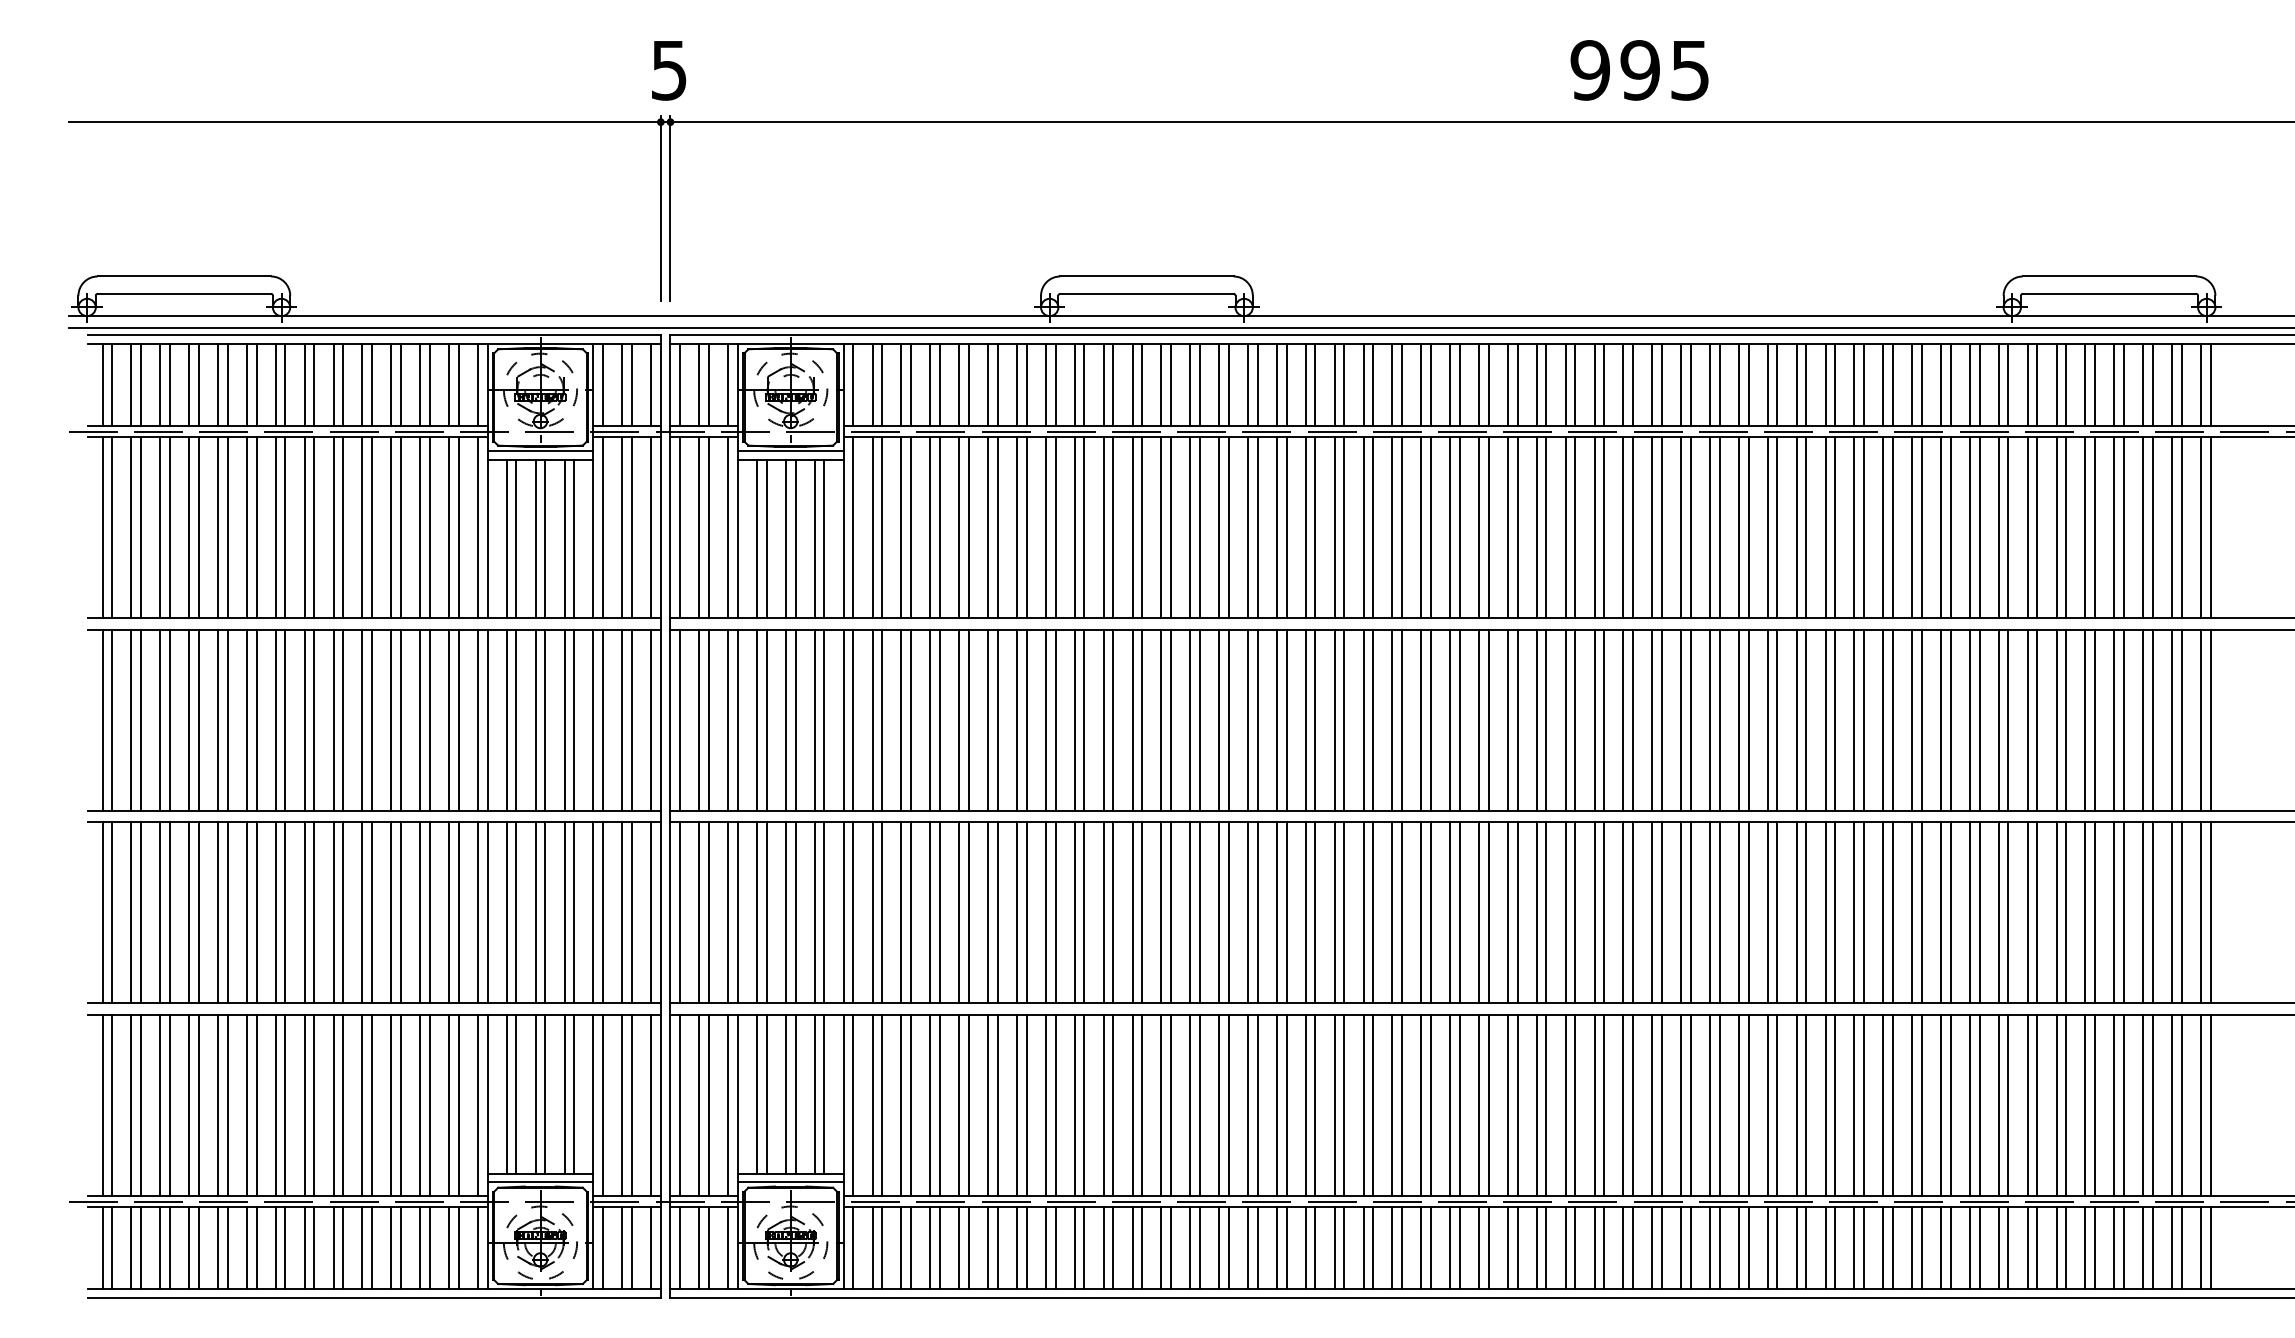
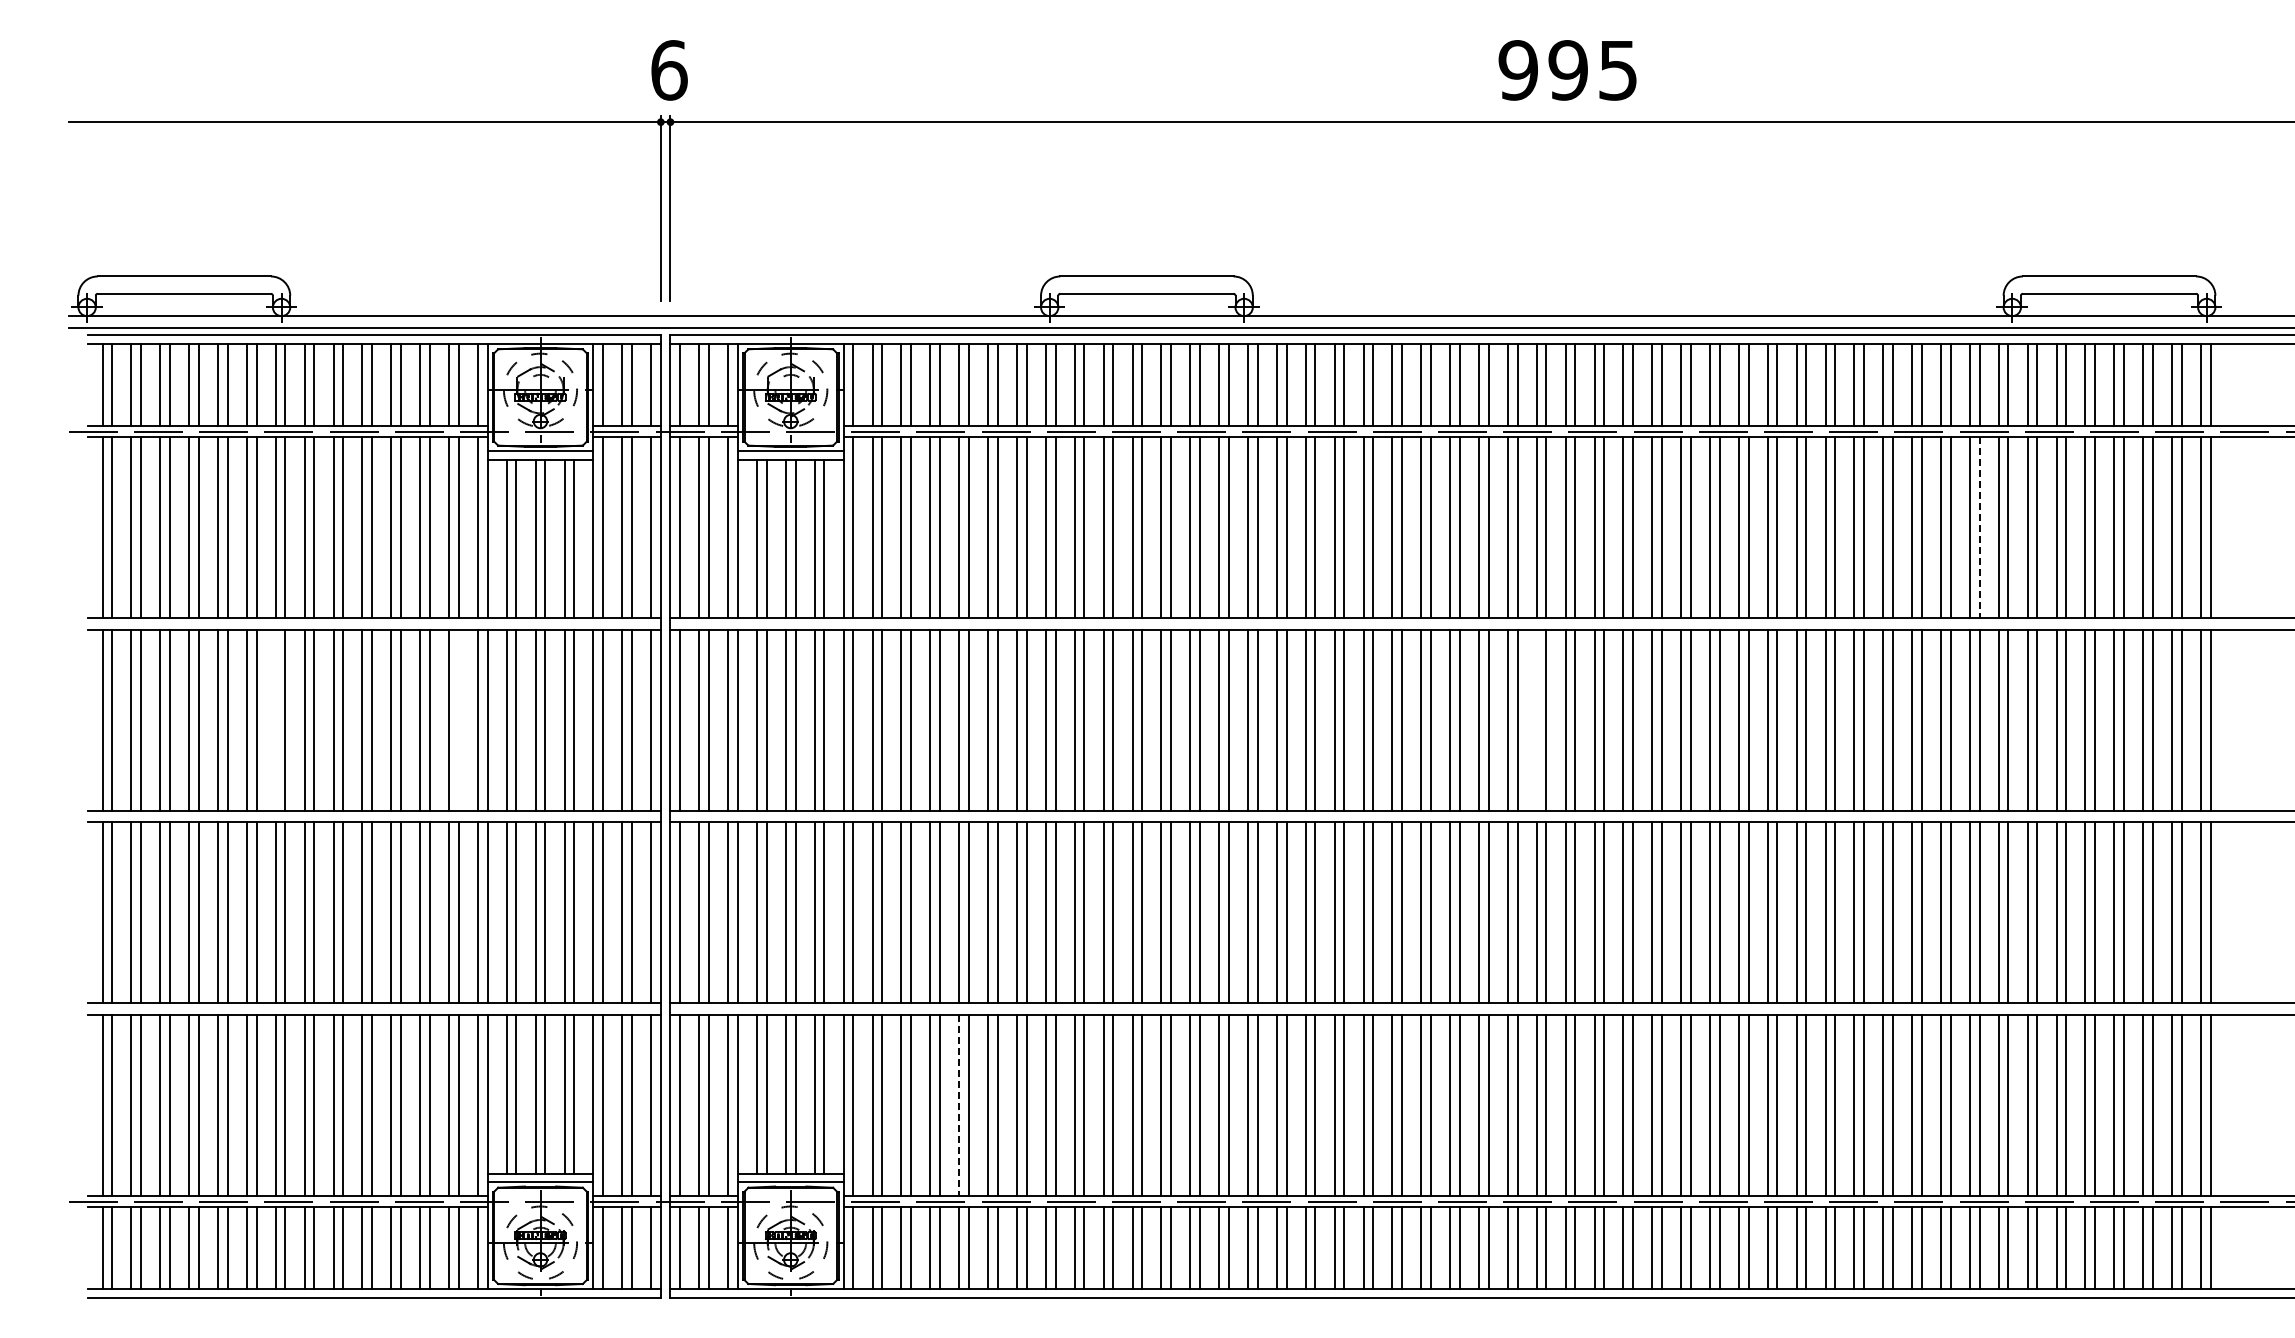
text at (669, 70): 5 -> 6
text at (1639, 70) position: (1639, 70) -> (1567, 70)
line at (1979, 528): solid -> dashed
line at (275, 719): present -> none
line at (458, 719): present -> none
line at (1536, 719): present -> none
line at (959, 1105): solid -> dashed
